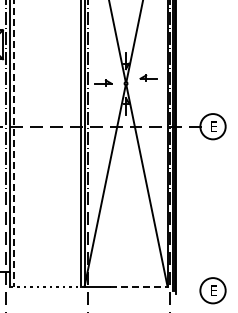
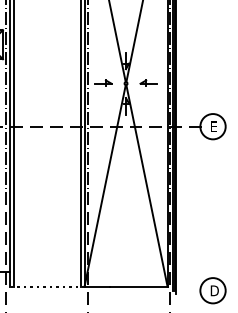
part at (148, 77) position: (148, 77) -> (148, 82)
line at (14, 143): dashed -> solid
line at (138, 286): dashed -> solid
text at (214, 290): E -> D
